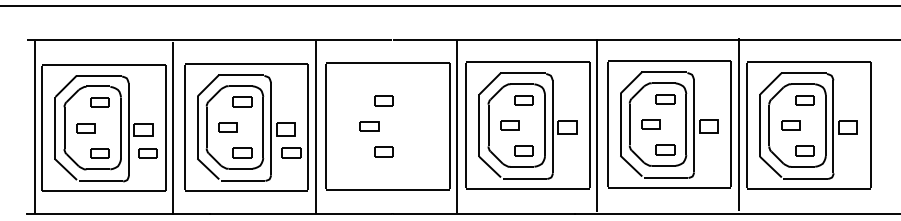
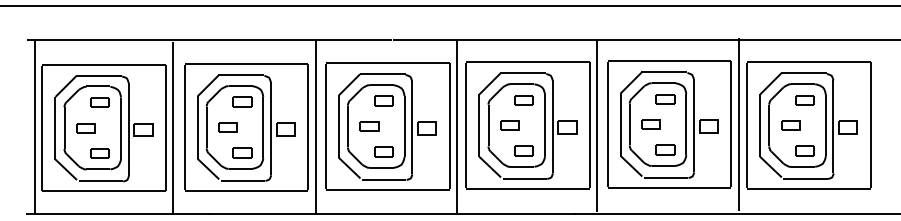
part at (387, 126): none -> present
part at (291, 152): present -> none
part at (147, 153): present -> none
